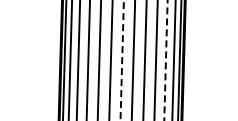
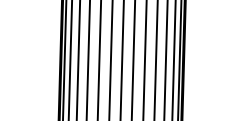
line at (122, 60): dashed -> solid
line at (165, 60): dashed -> solid
